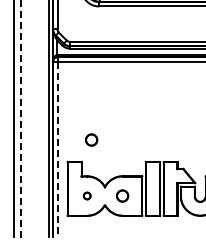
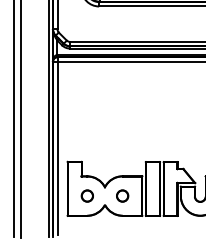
line at (21, 118): dashed -> solid
circle at (91, 139): present -> none
line at (57, 148): dashed -> solid
circle at (86, 195) size: 10x10 px -> 14x14 px
